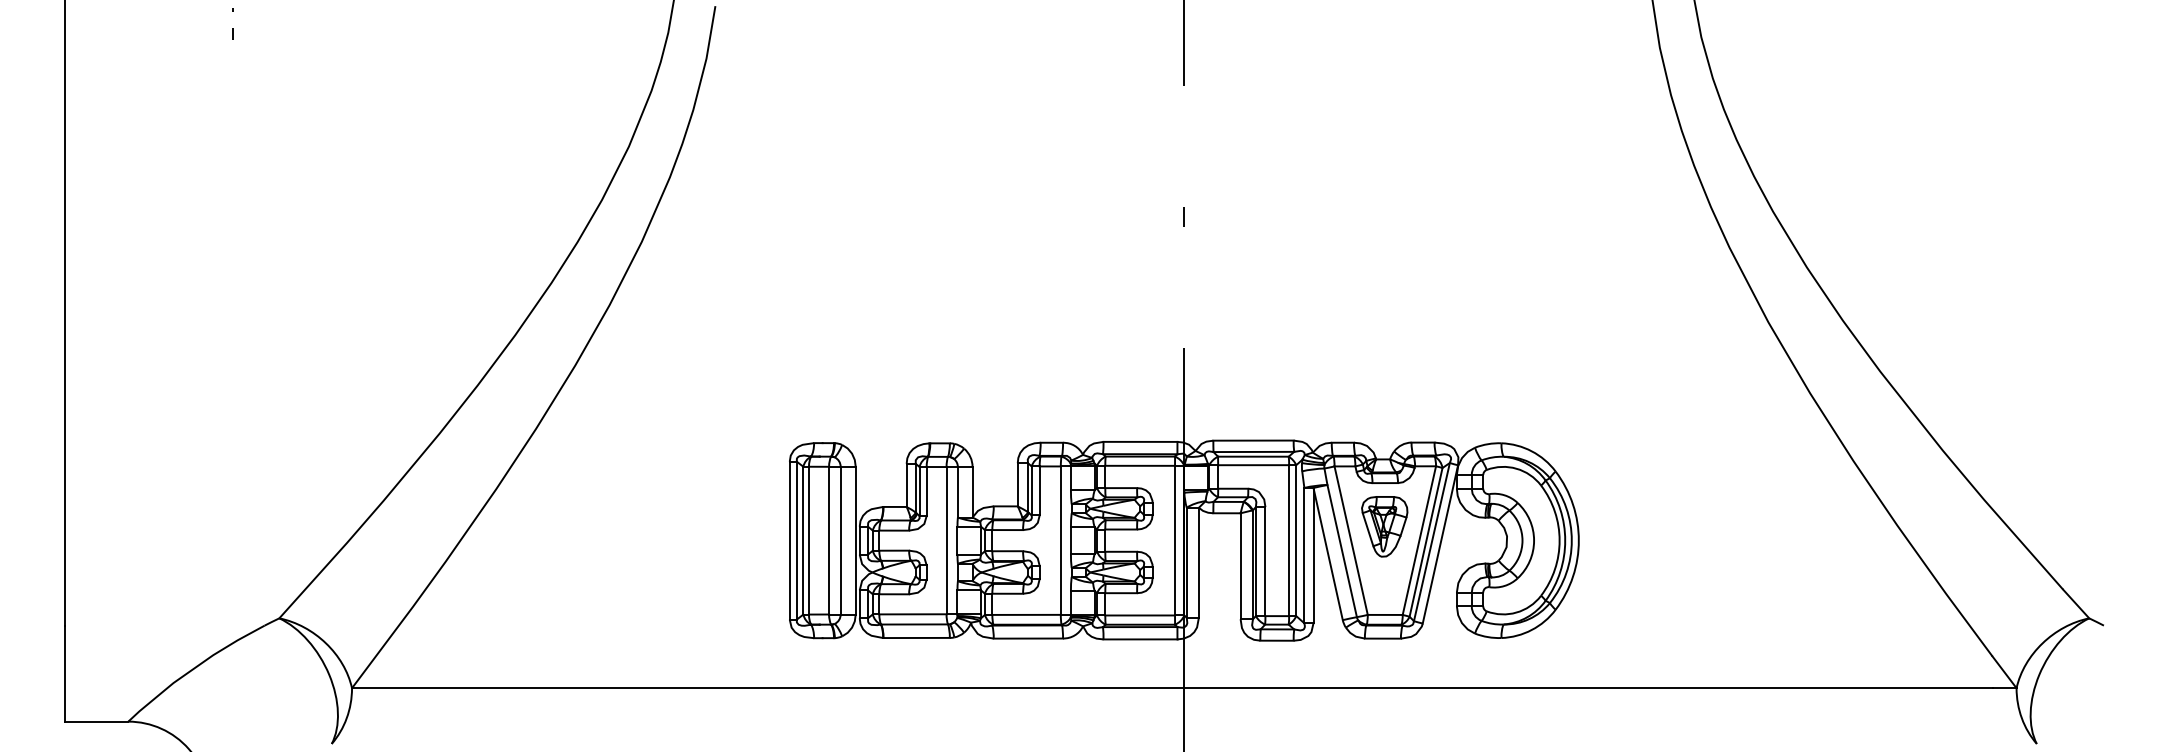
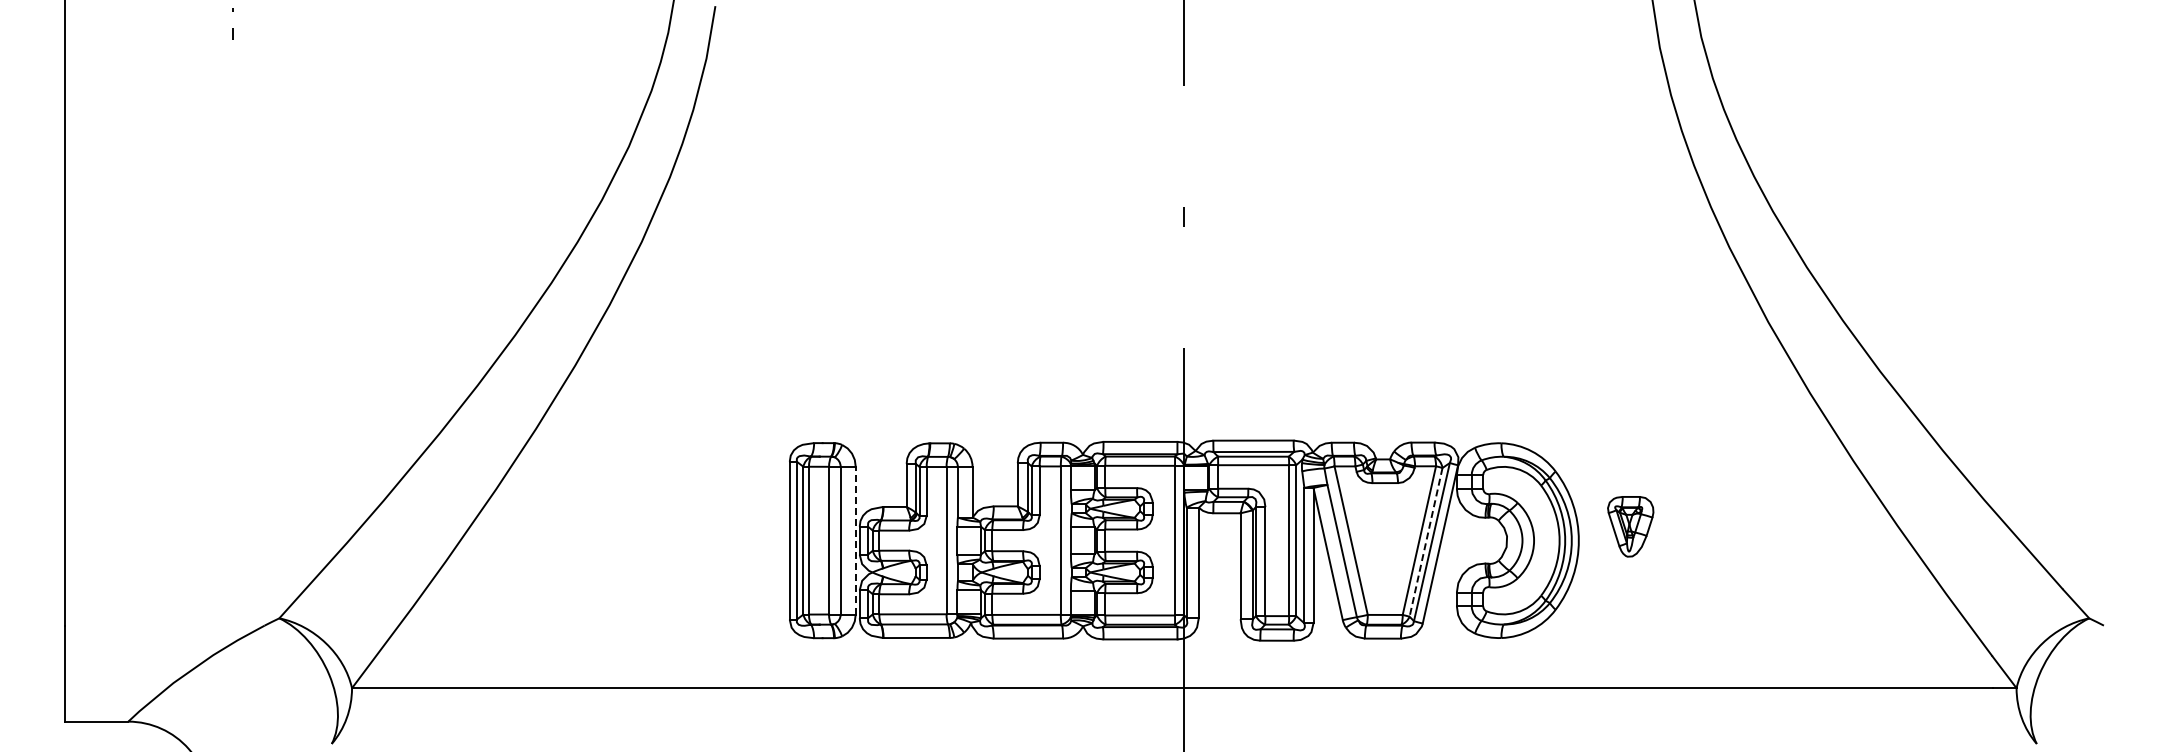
part at (1384, 526) position: (1384, 526) -> (1630, 526)
line at (855, 540): solid -> dashed
line at (1425, 542): solid -> dashed
